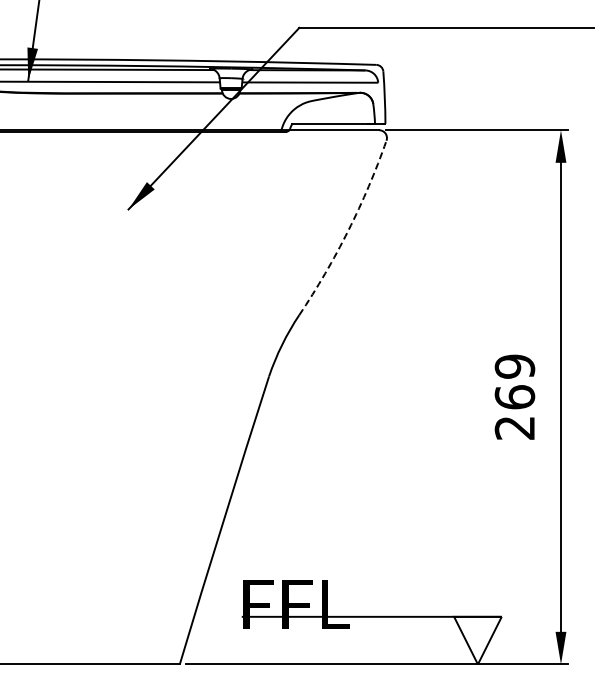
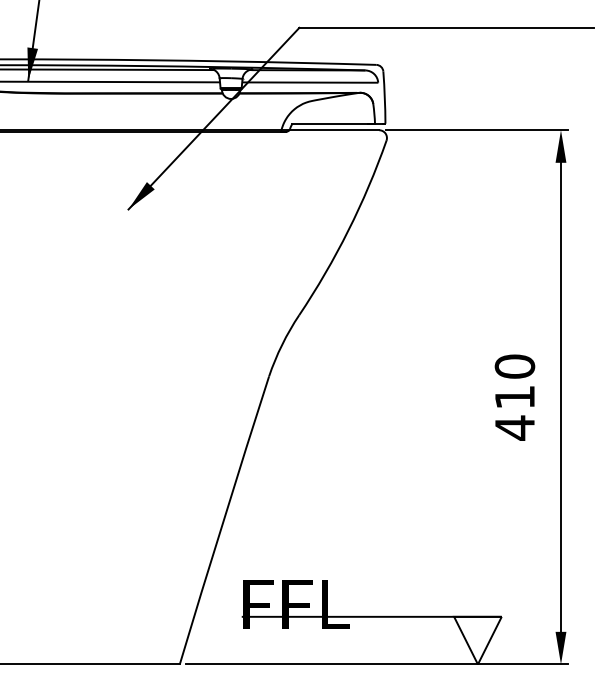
arc at (348, 230): dashed -> solid
text at (514, 397): 269 -> 410
